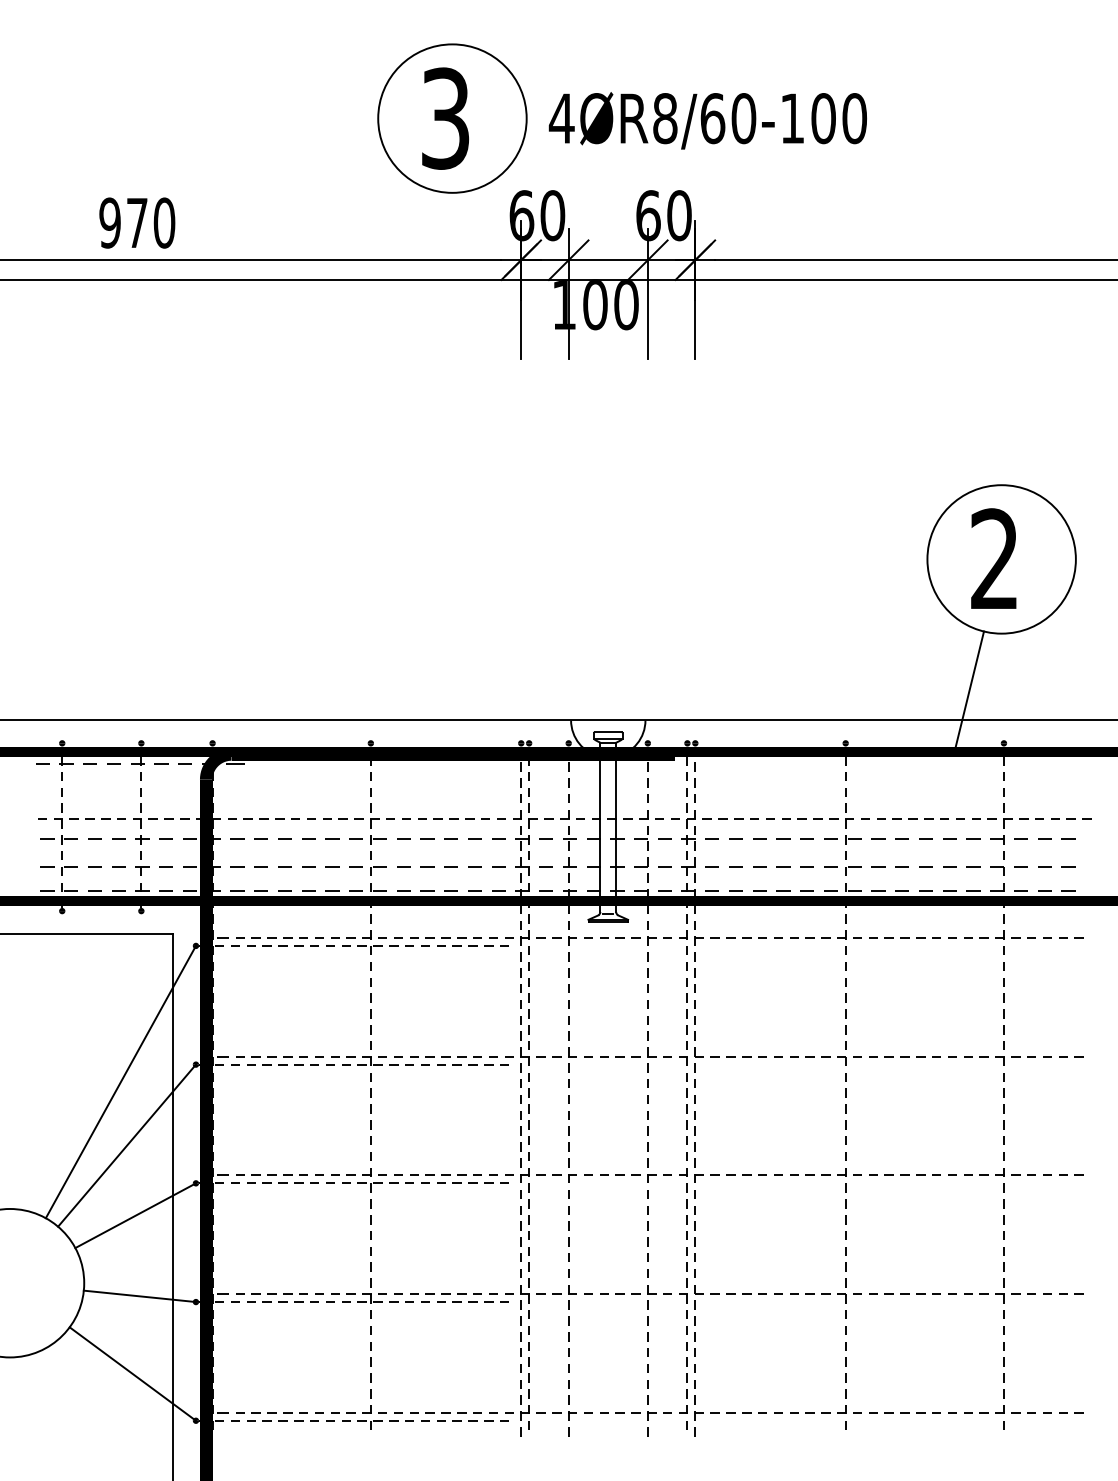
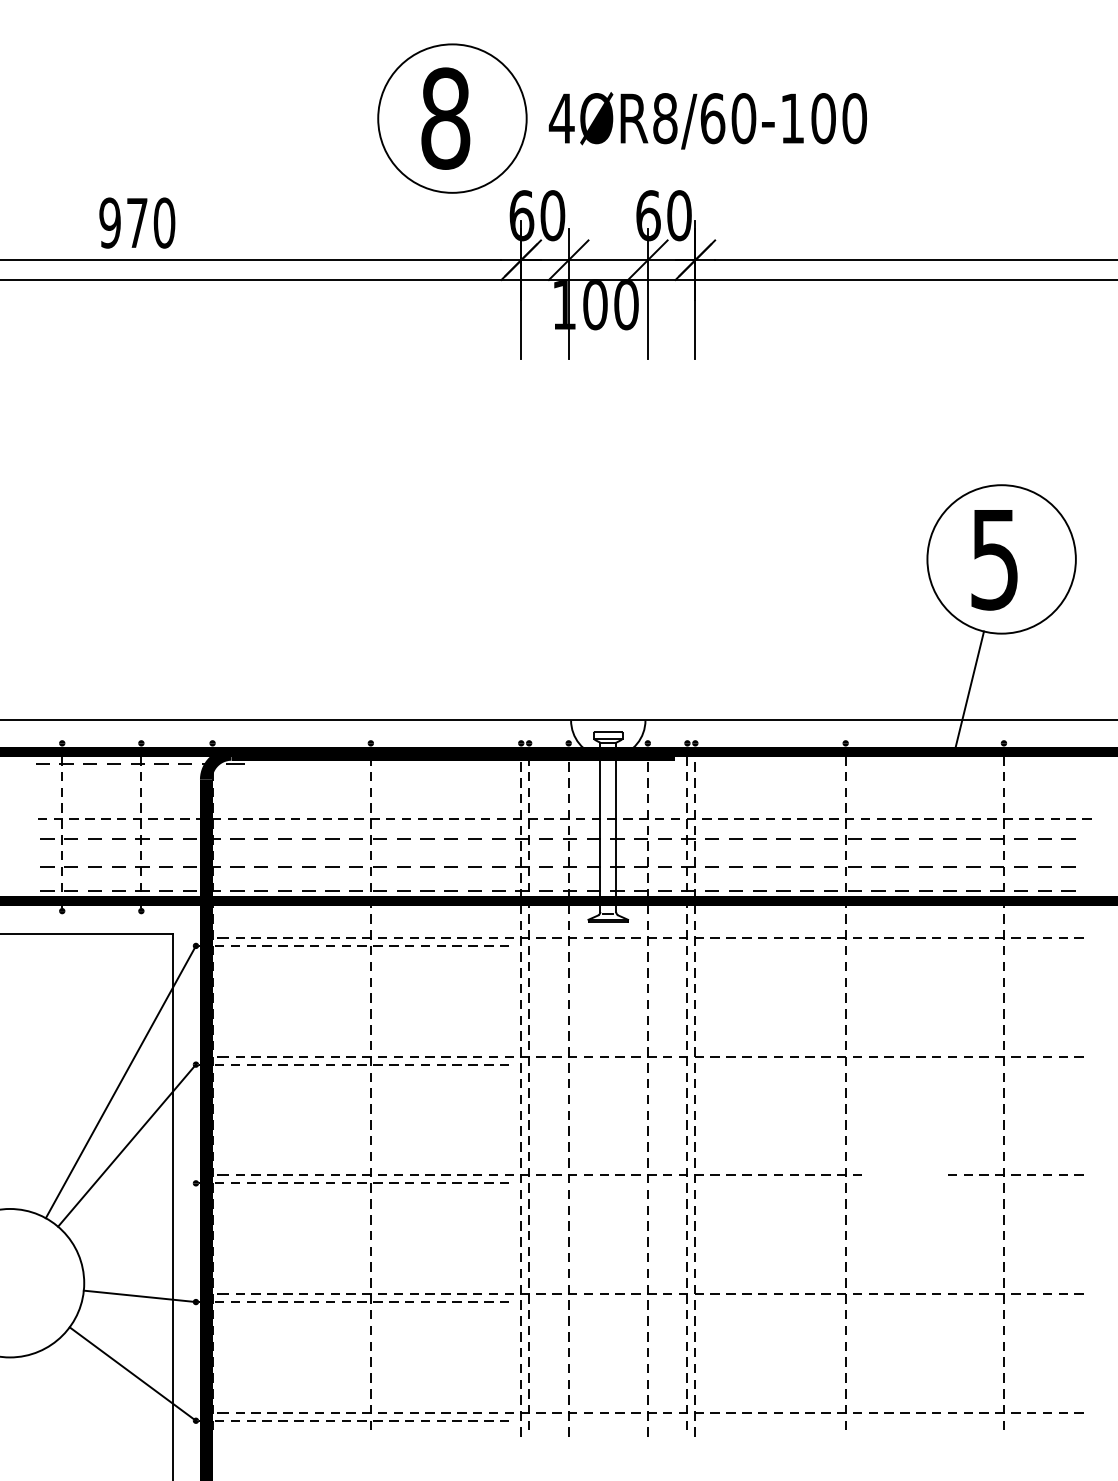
text at (445, 118): 3 -> 8
text at (994, 559): 2 -> 5
line at (904, 1174): present -> none
line at (135, 1215): present -> none
